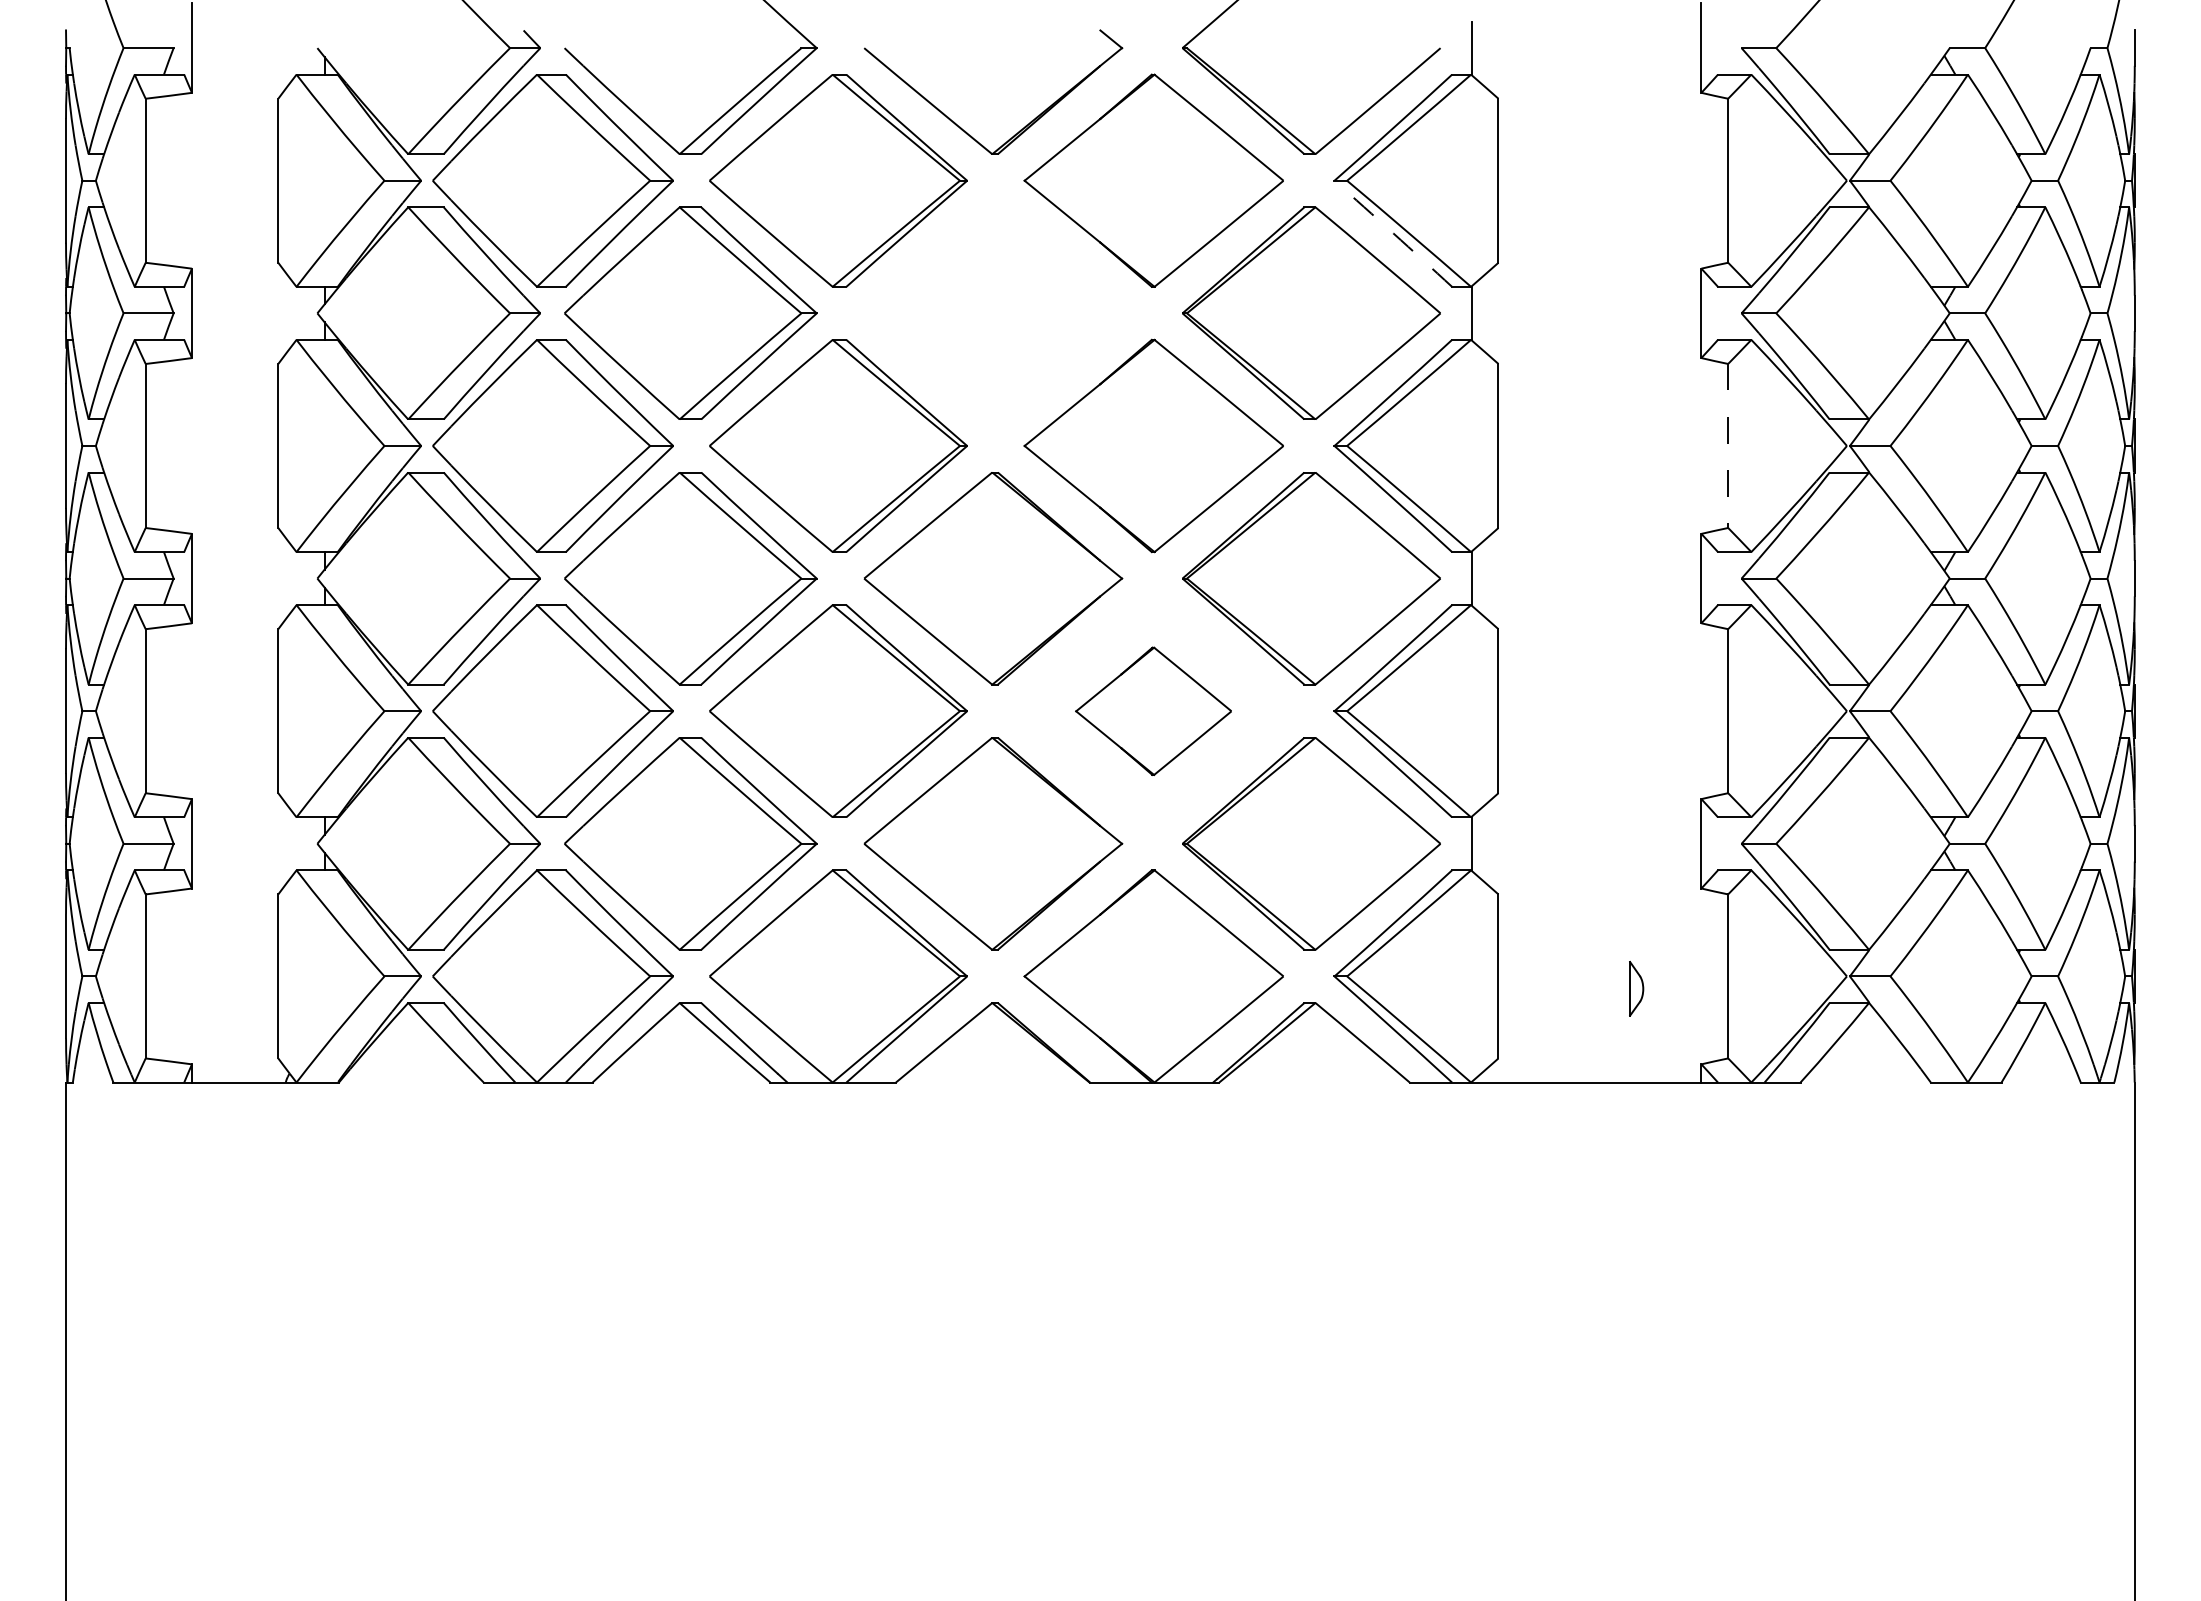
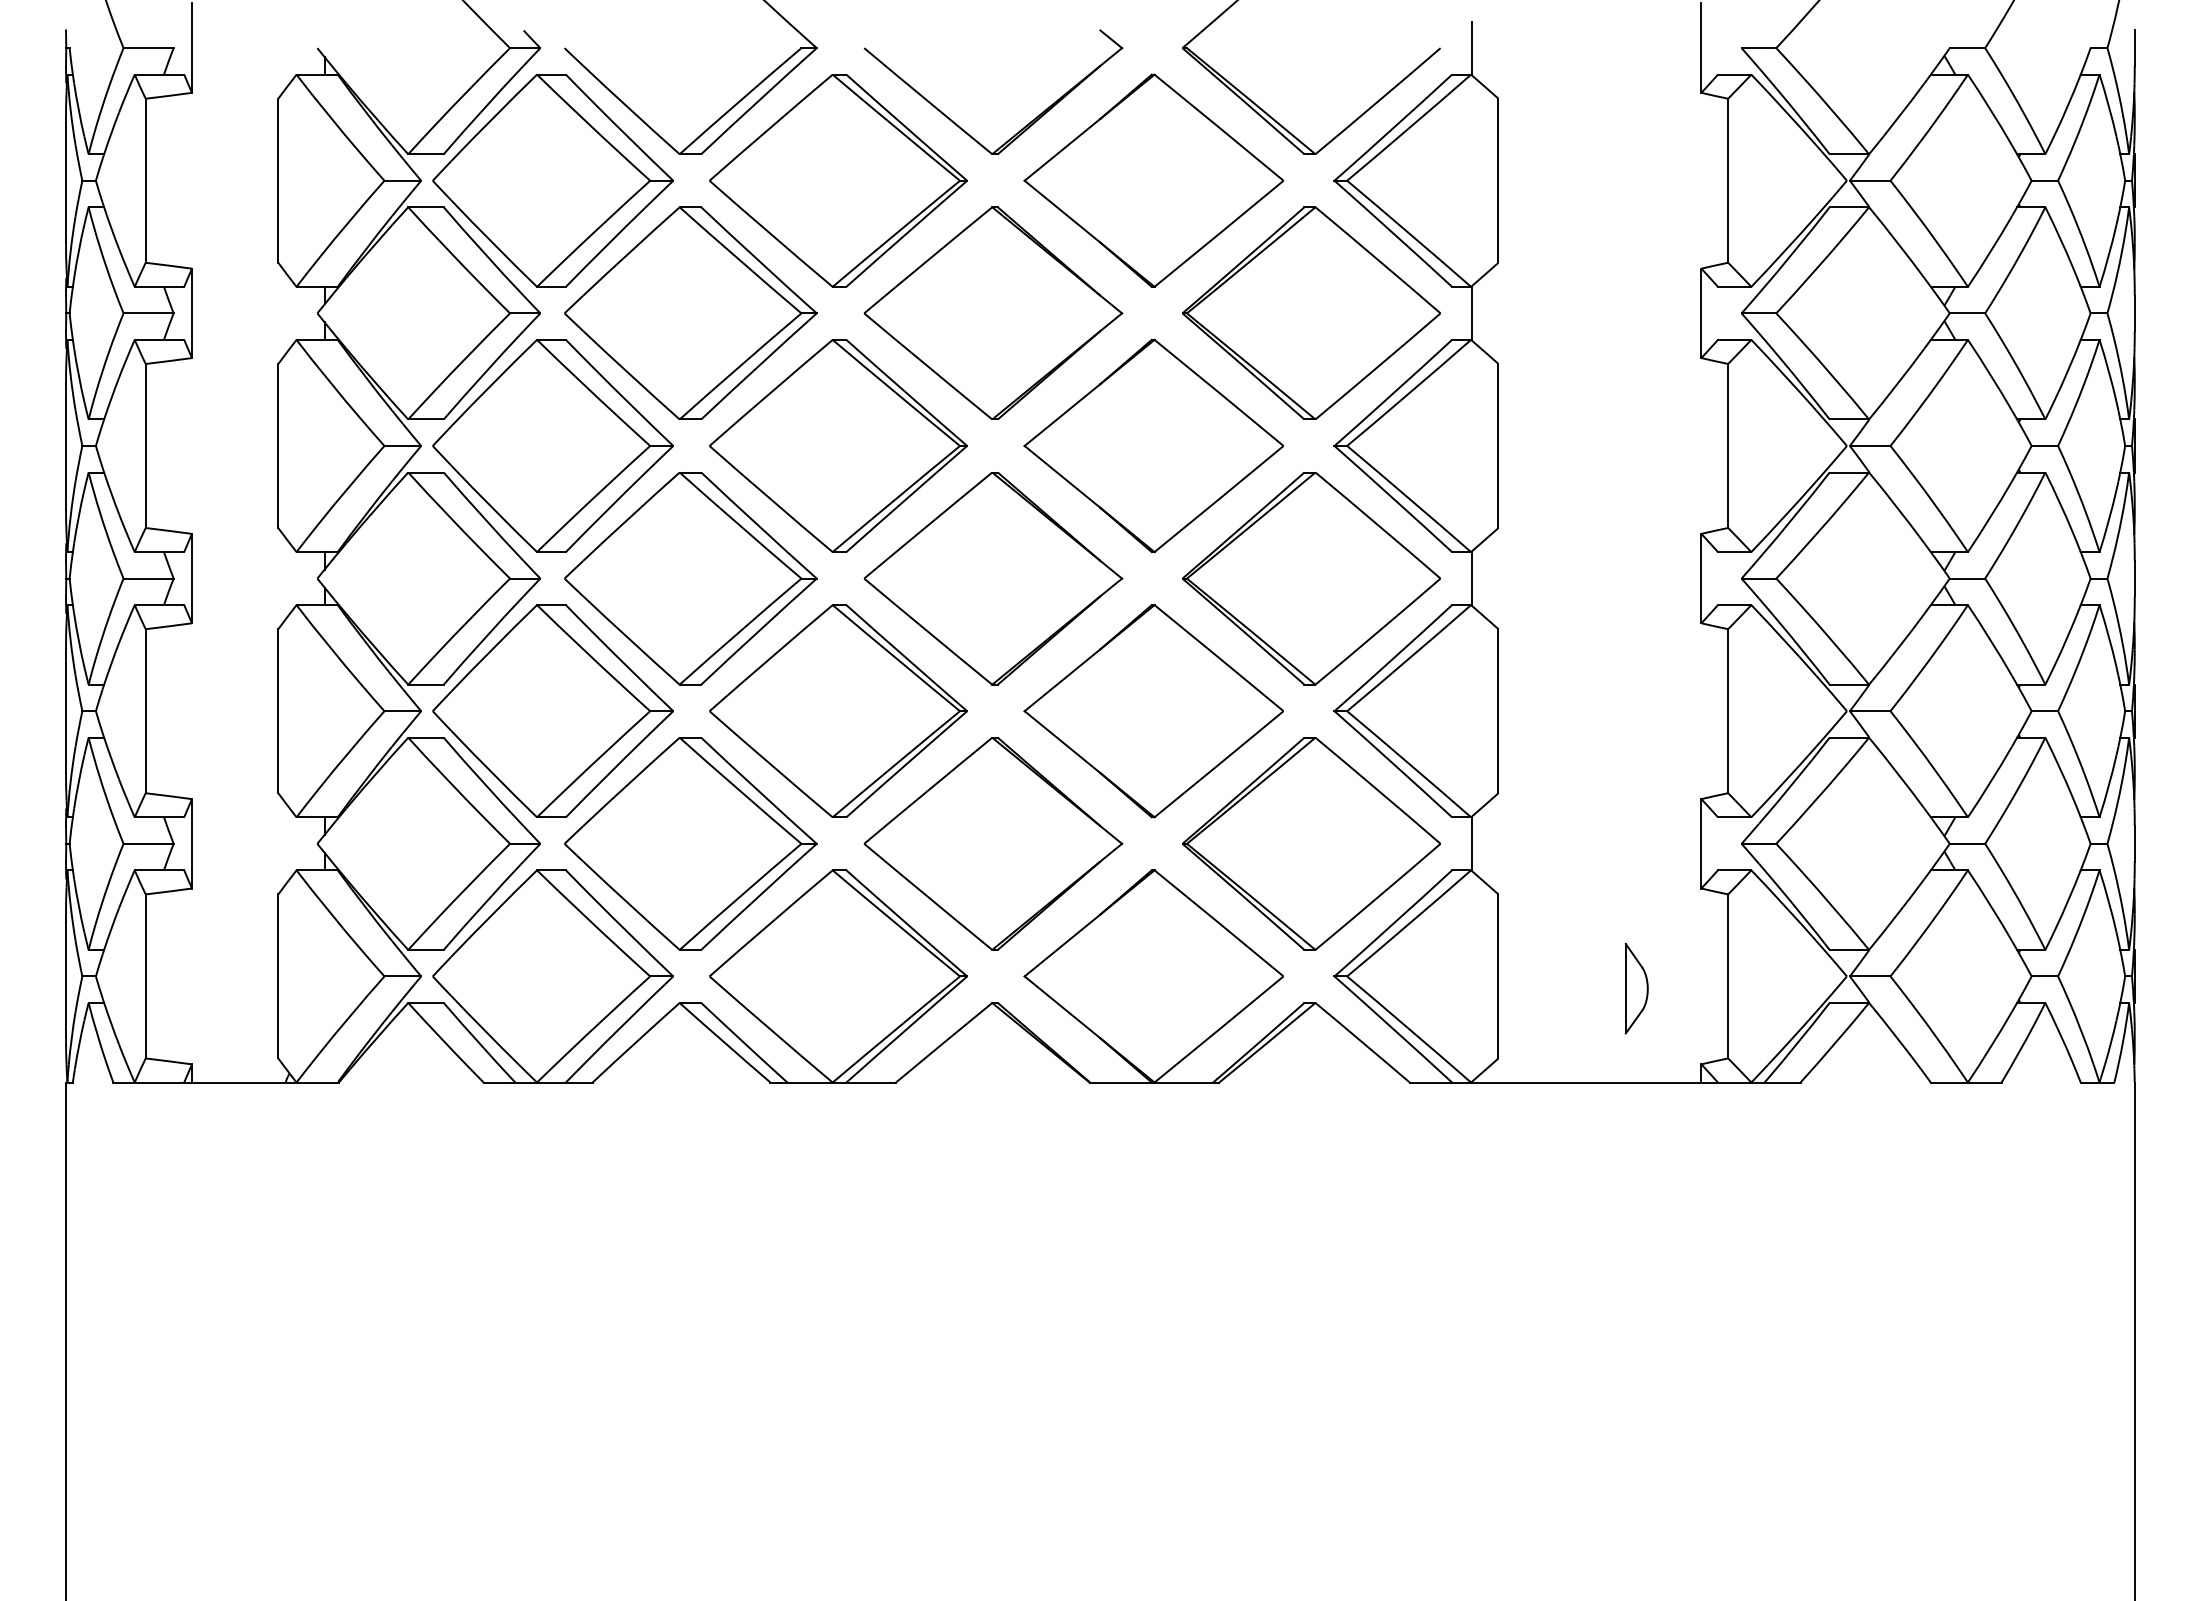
arc at (1393, 233): dashed -> solid
part at (993, 312): none -> present
line at (1728, 446): dashed -> solid
part at (1153, 710) size: 157x130 px -> 261x215 px
part at (1636, 988) size: 16x56 px -> 25x92 px
